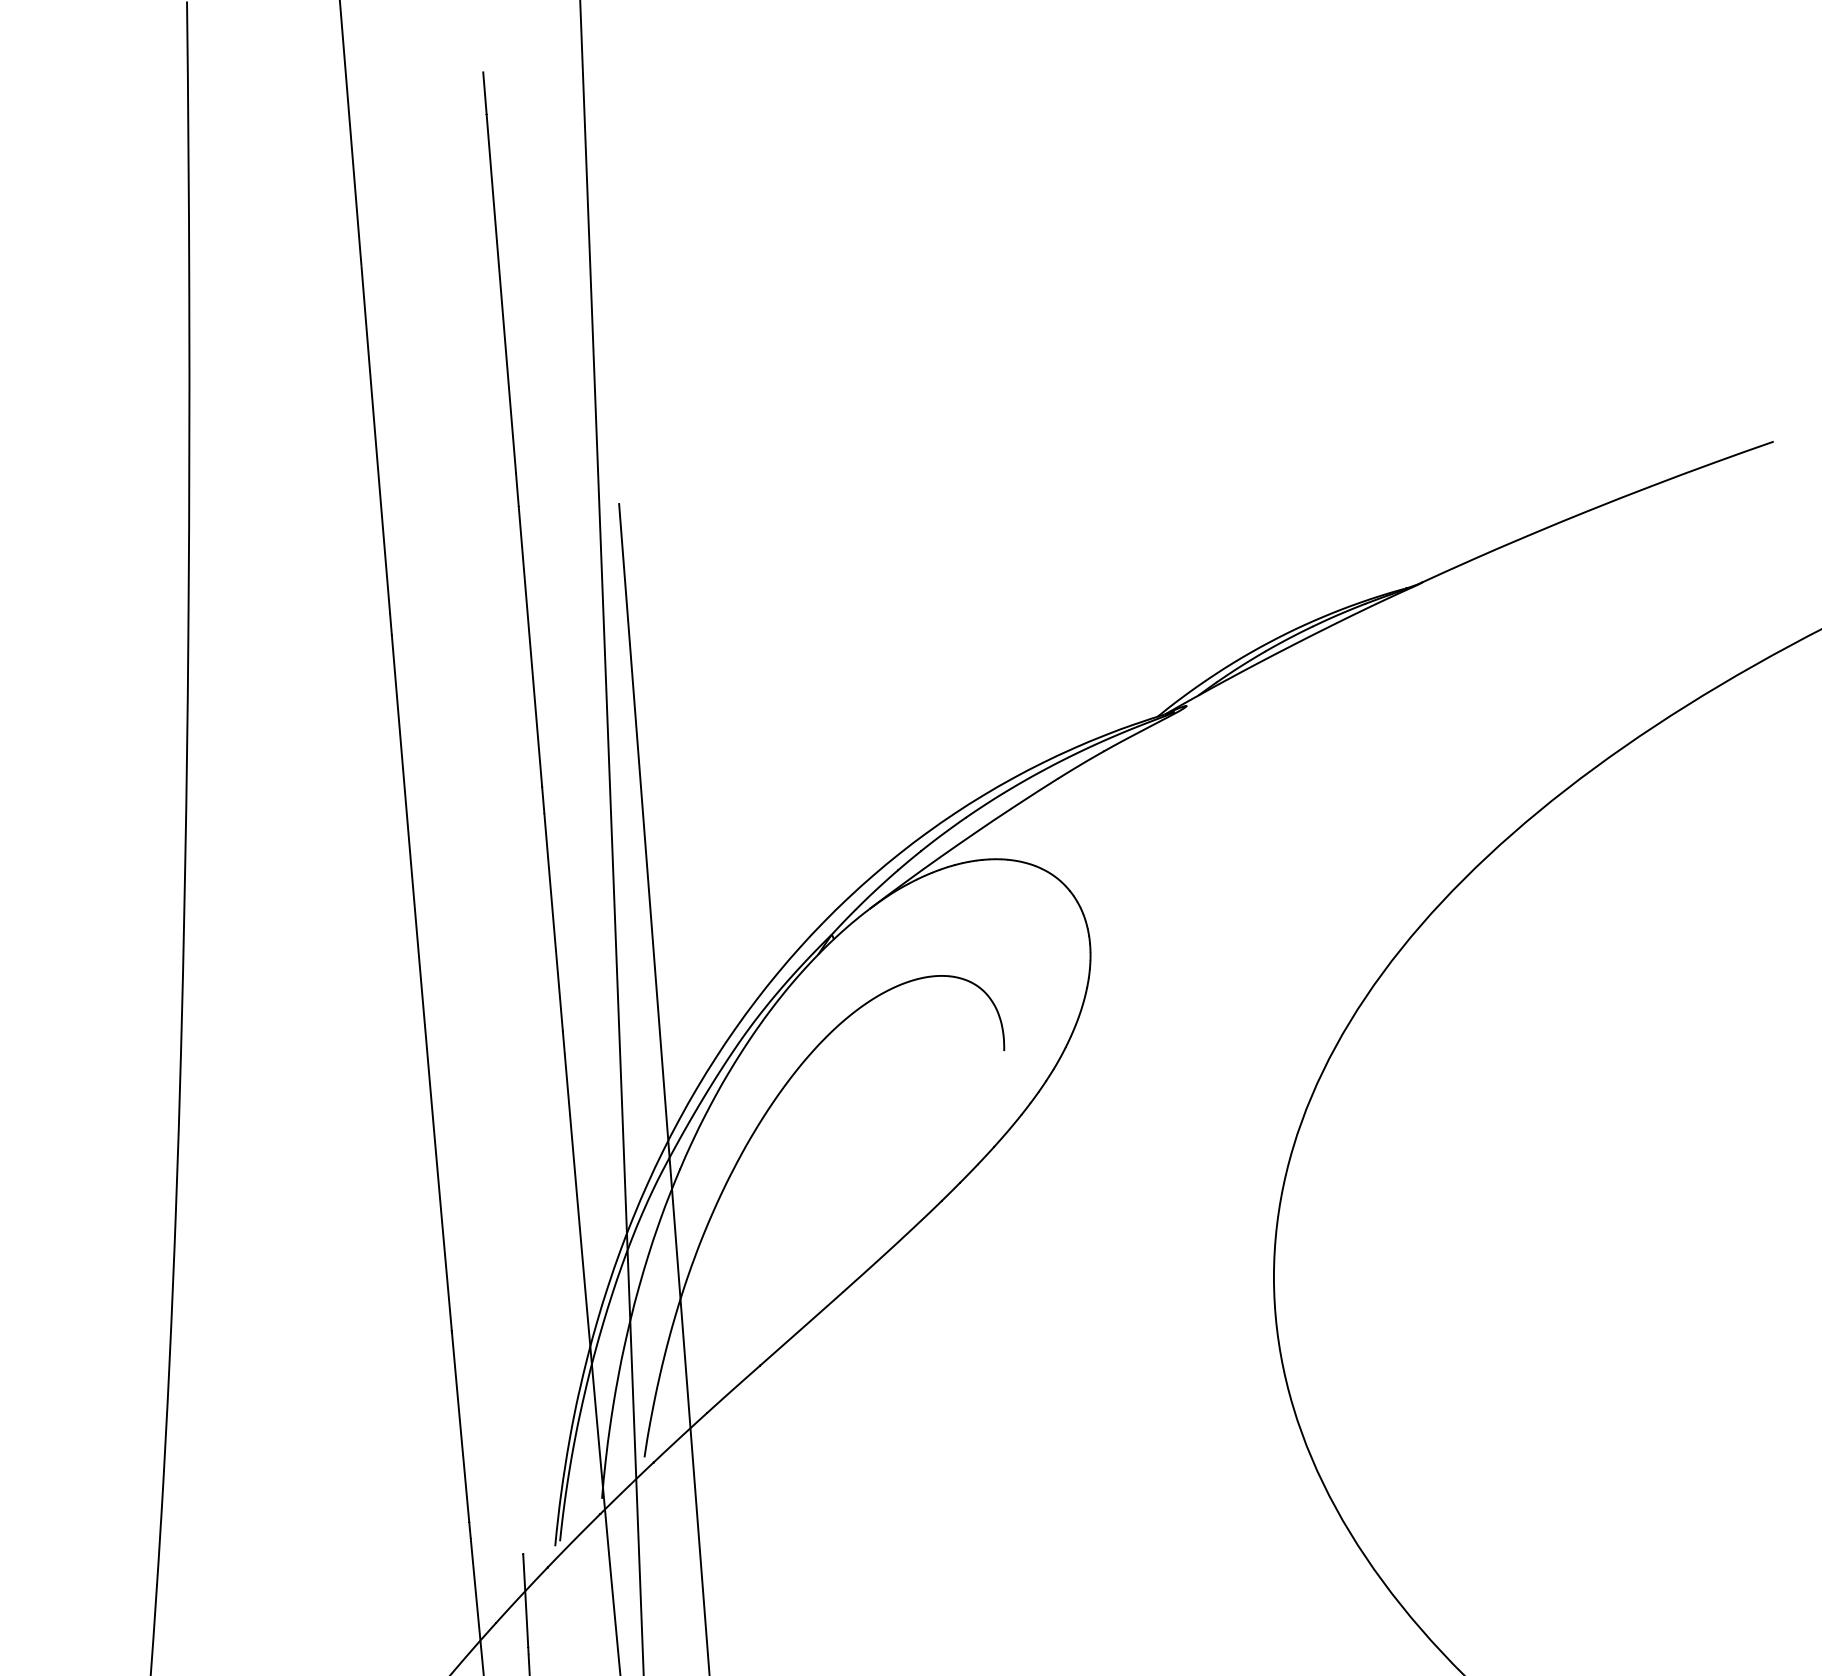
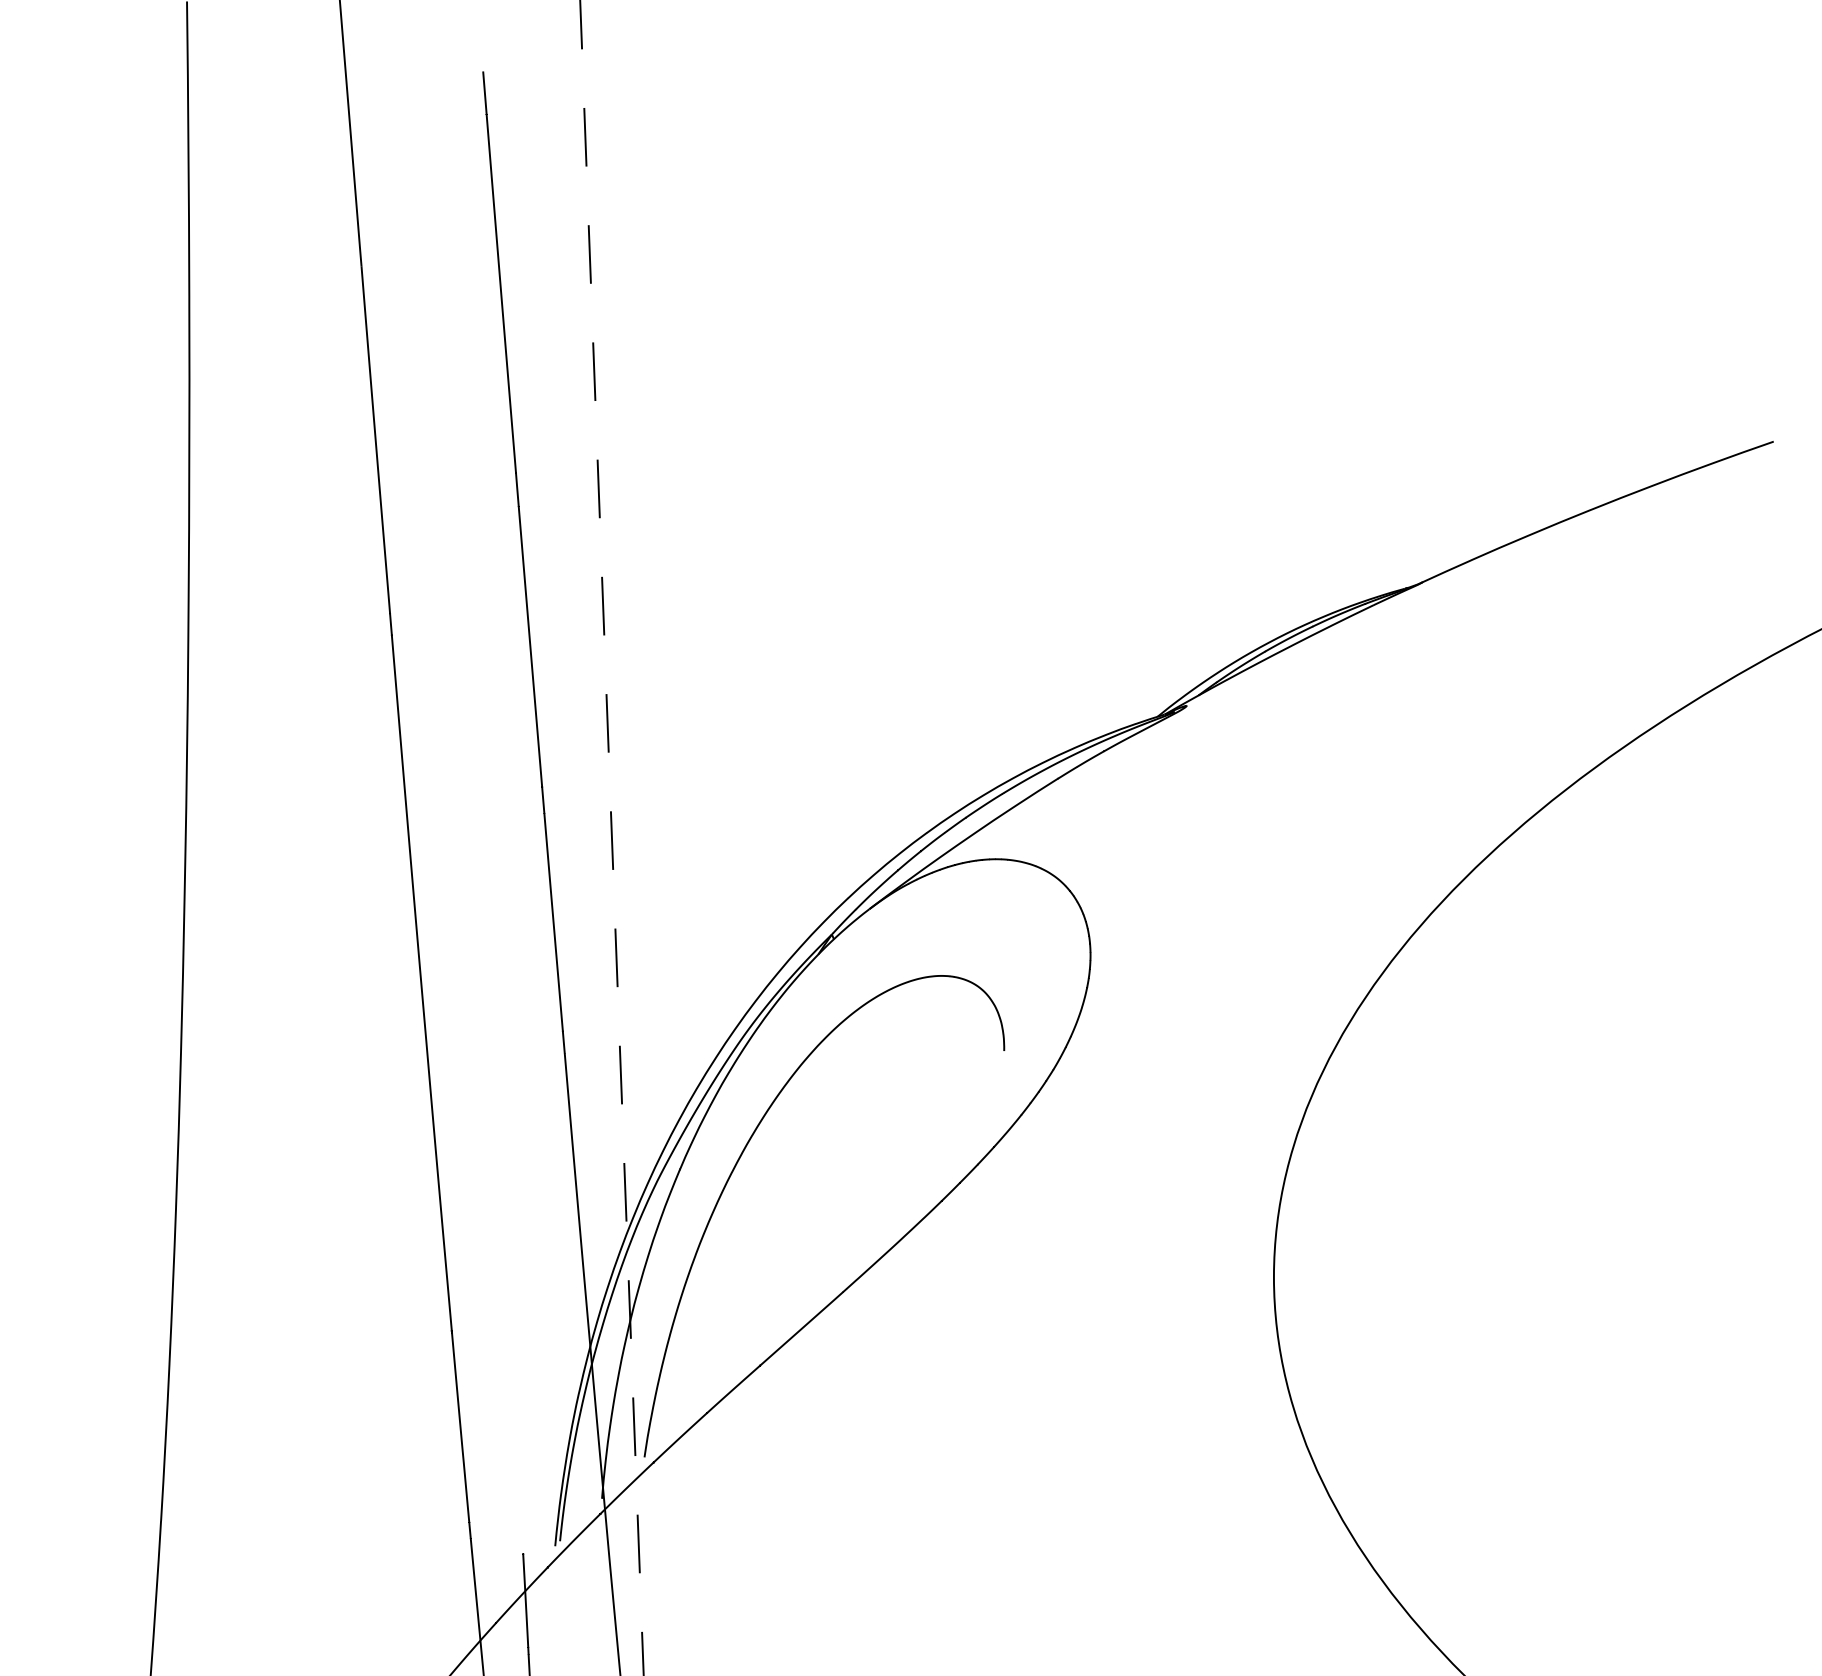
line at (611, 837): solid -> dashed
line at (664, 1088): present -> none
